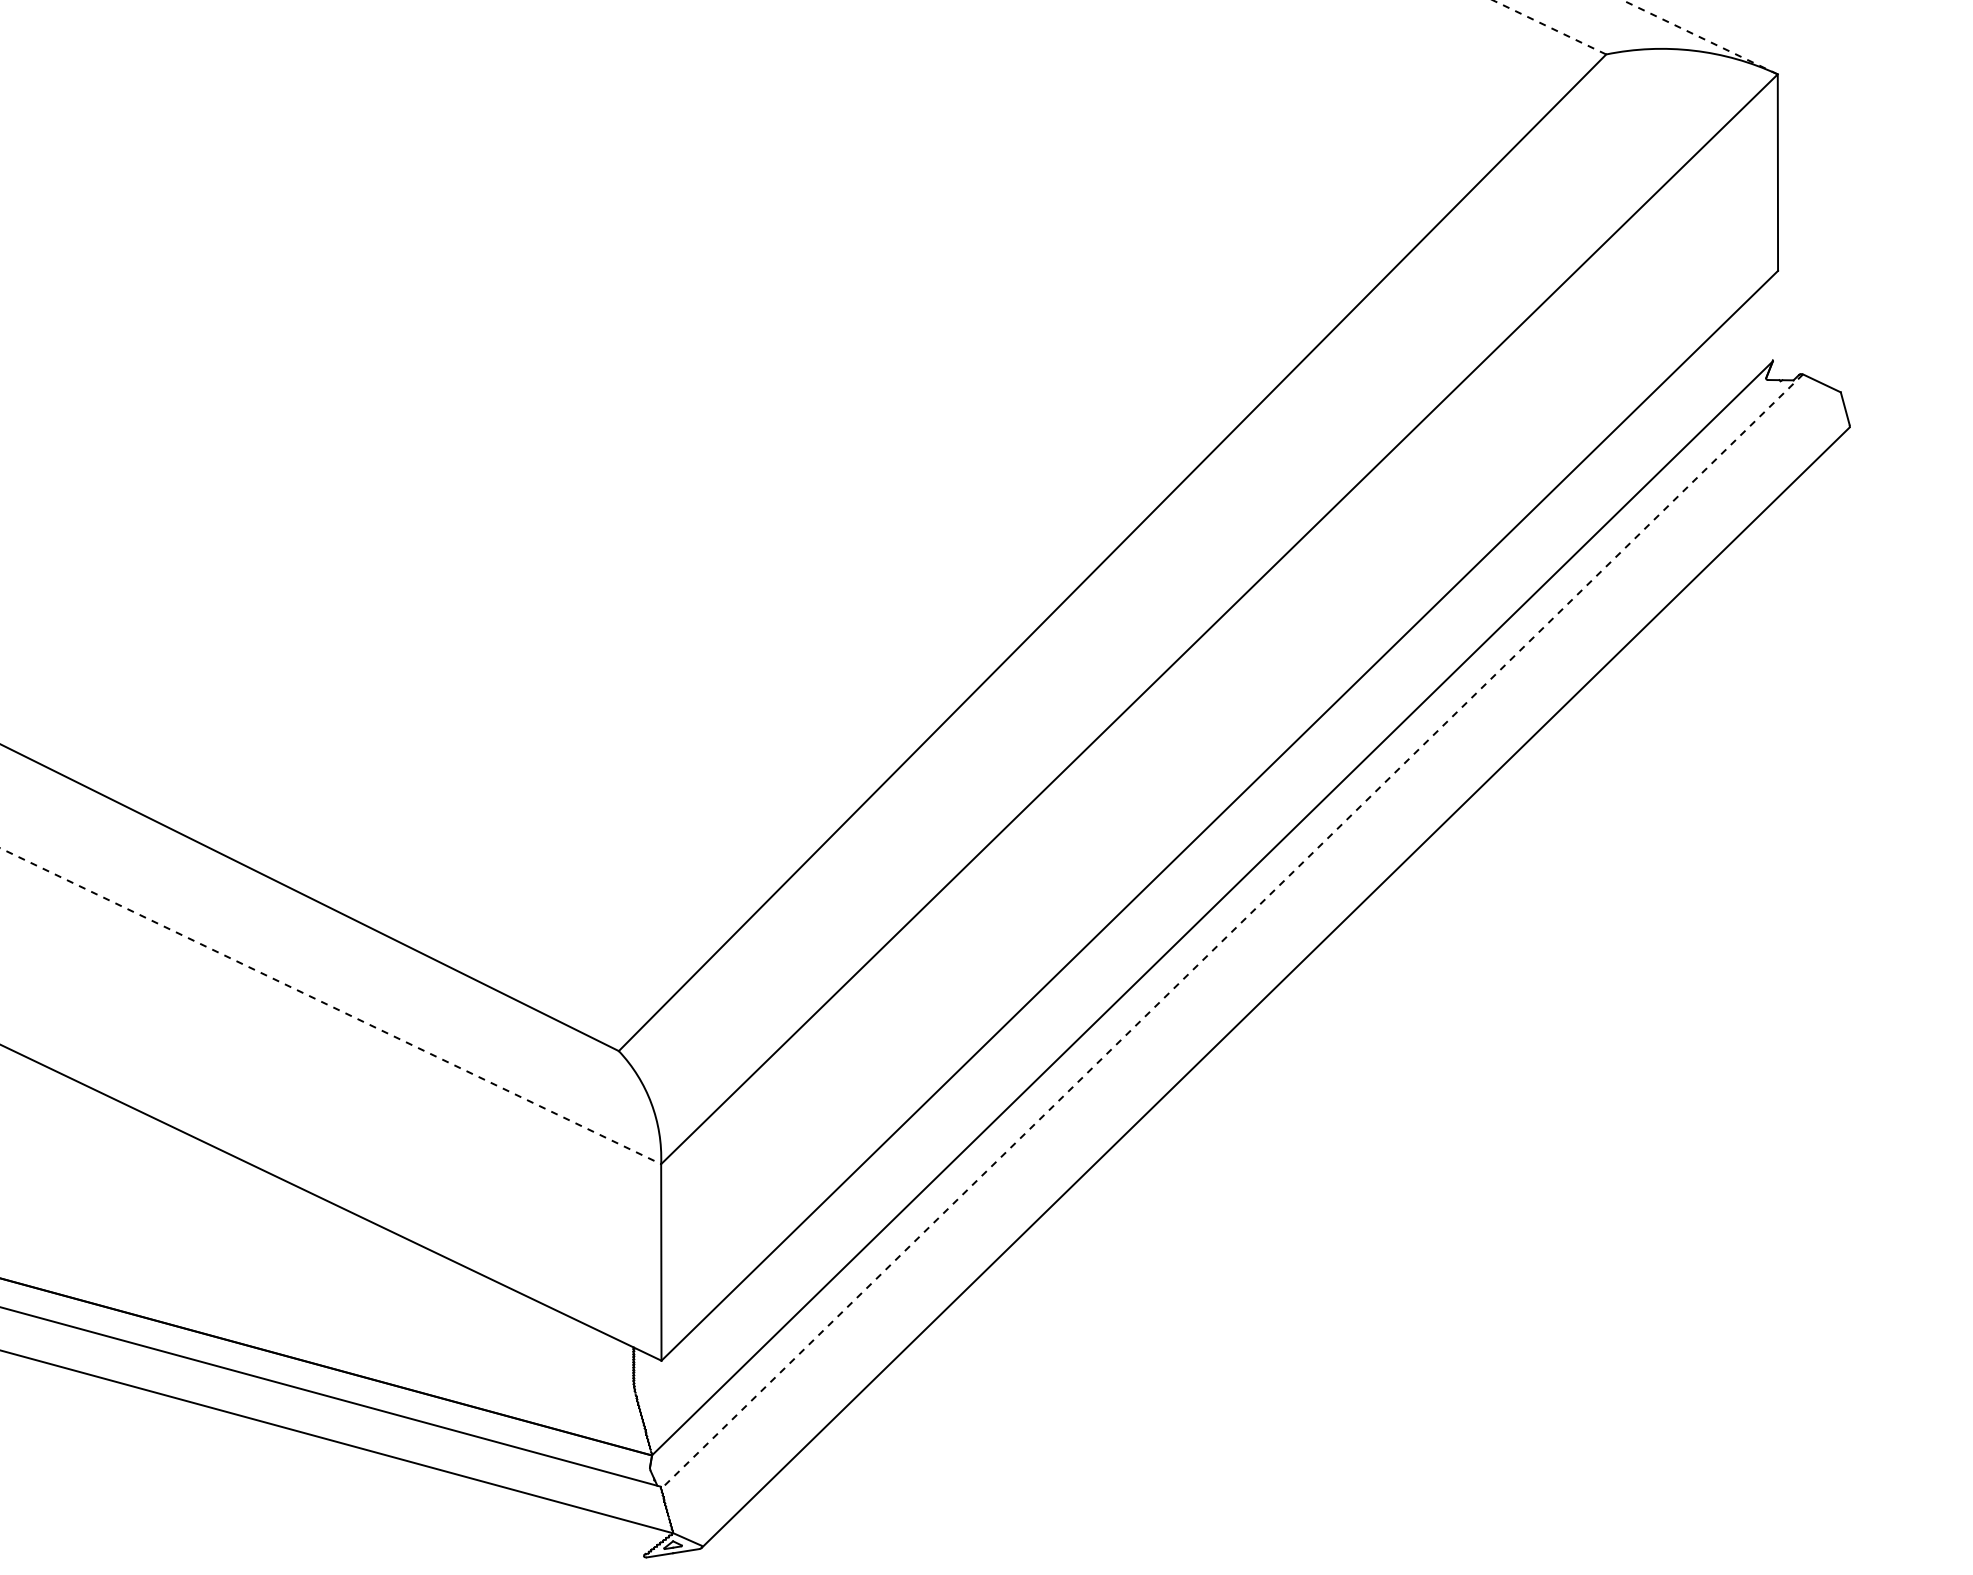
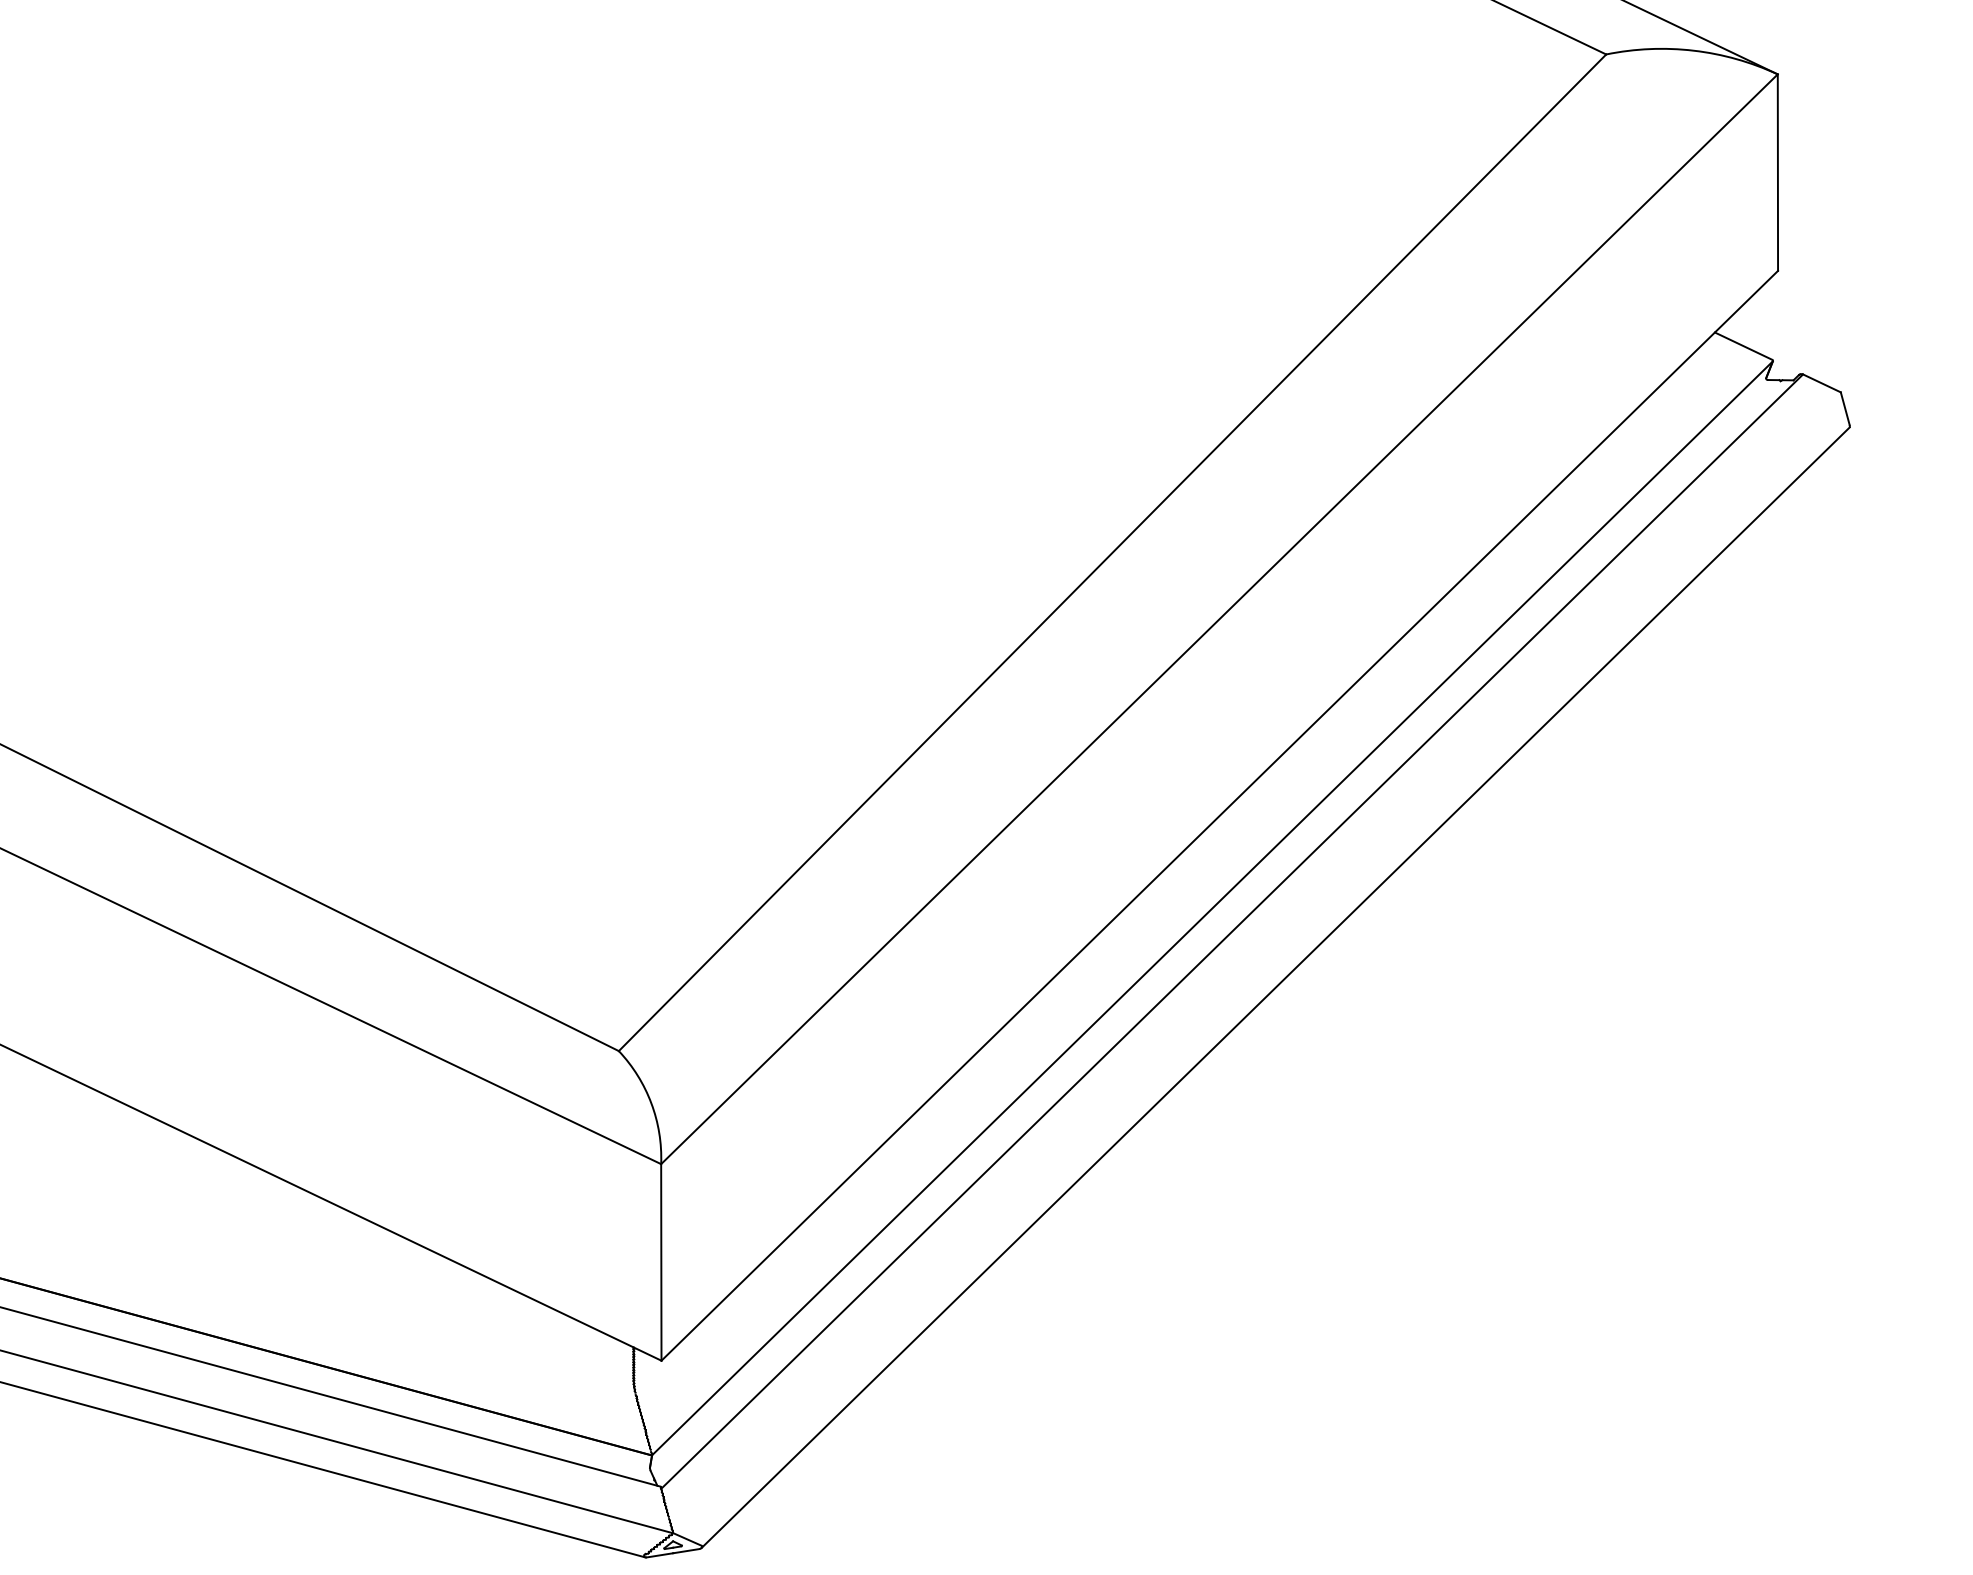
line at (1549, 27): dashed -> solid
line at (1700, 37): dashed -> solid
line at (1743, 345): none -> present
line at (1232, 931): dashed -> solid
line at (331, 1006): dashed -> solid
line at (323, 1469): none -> present
